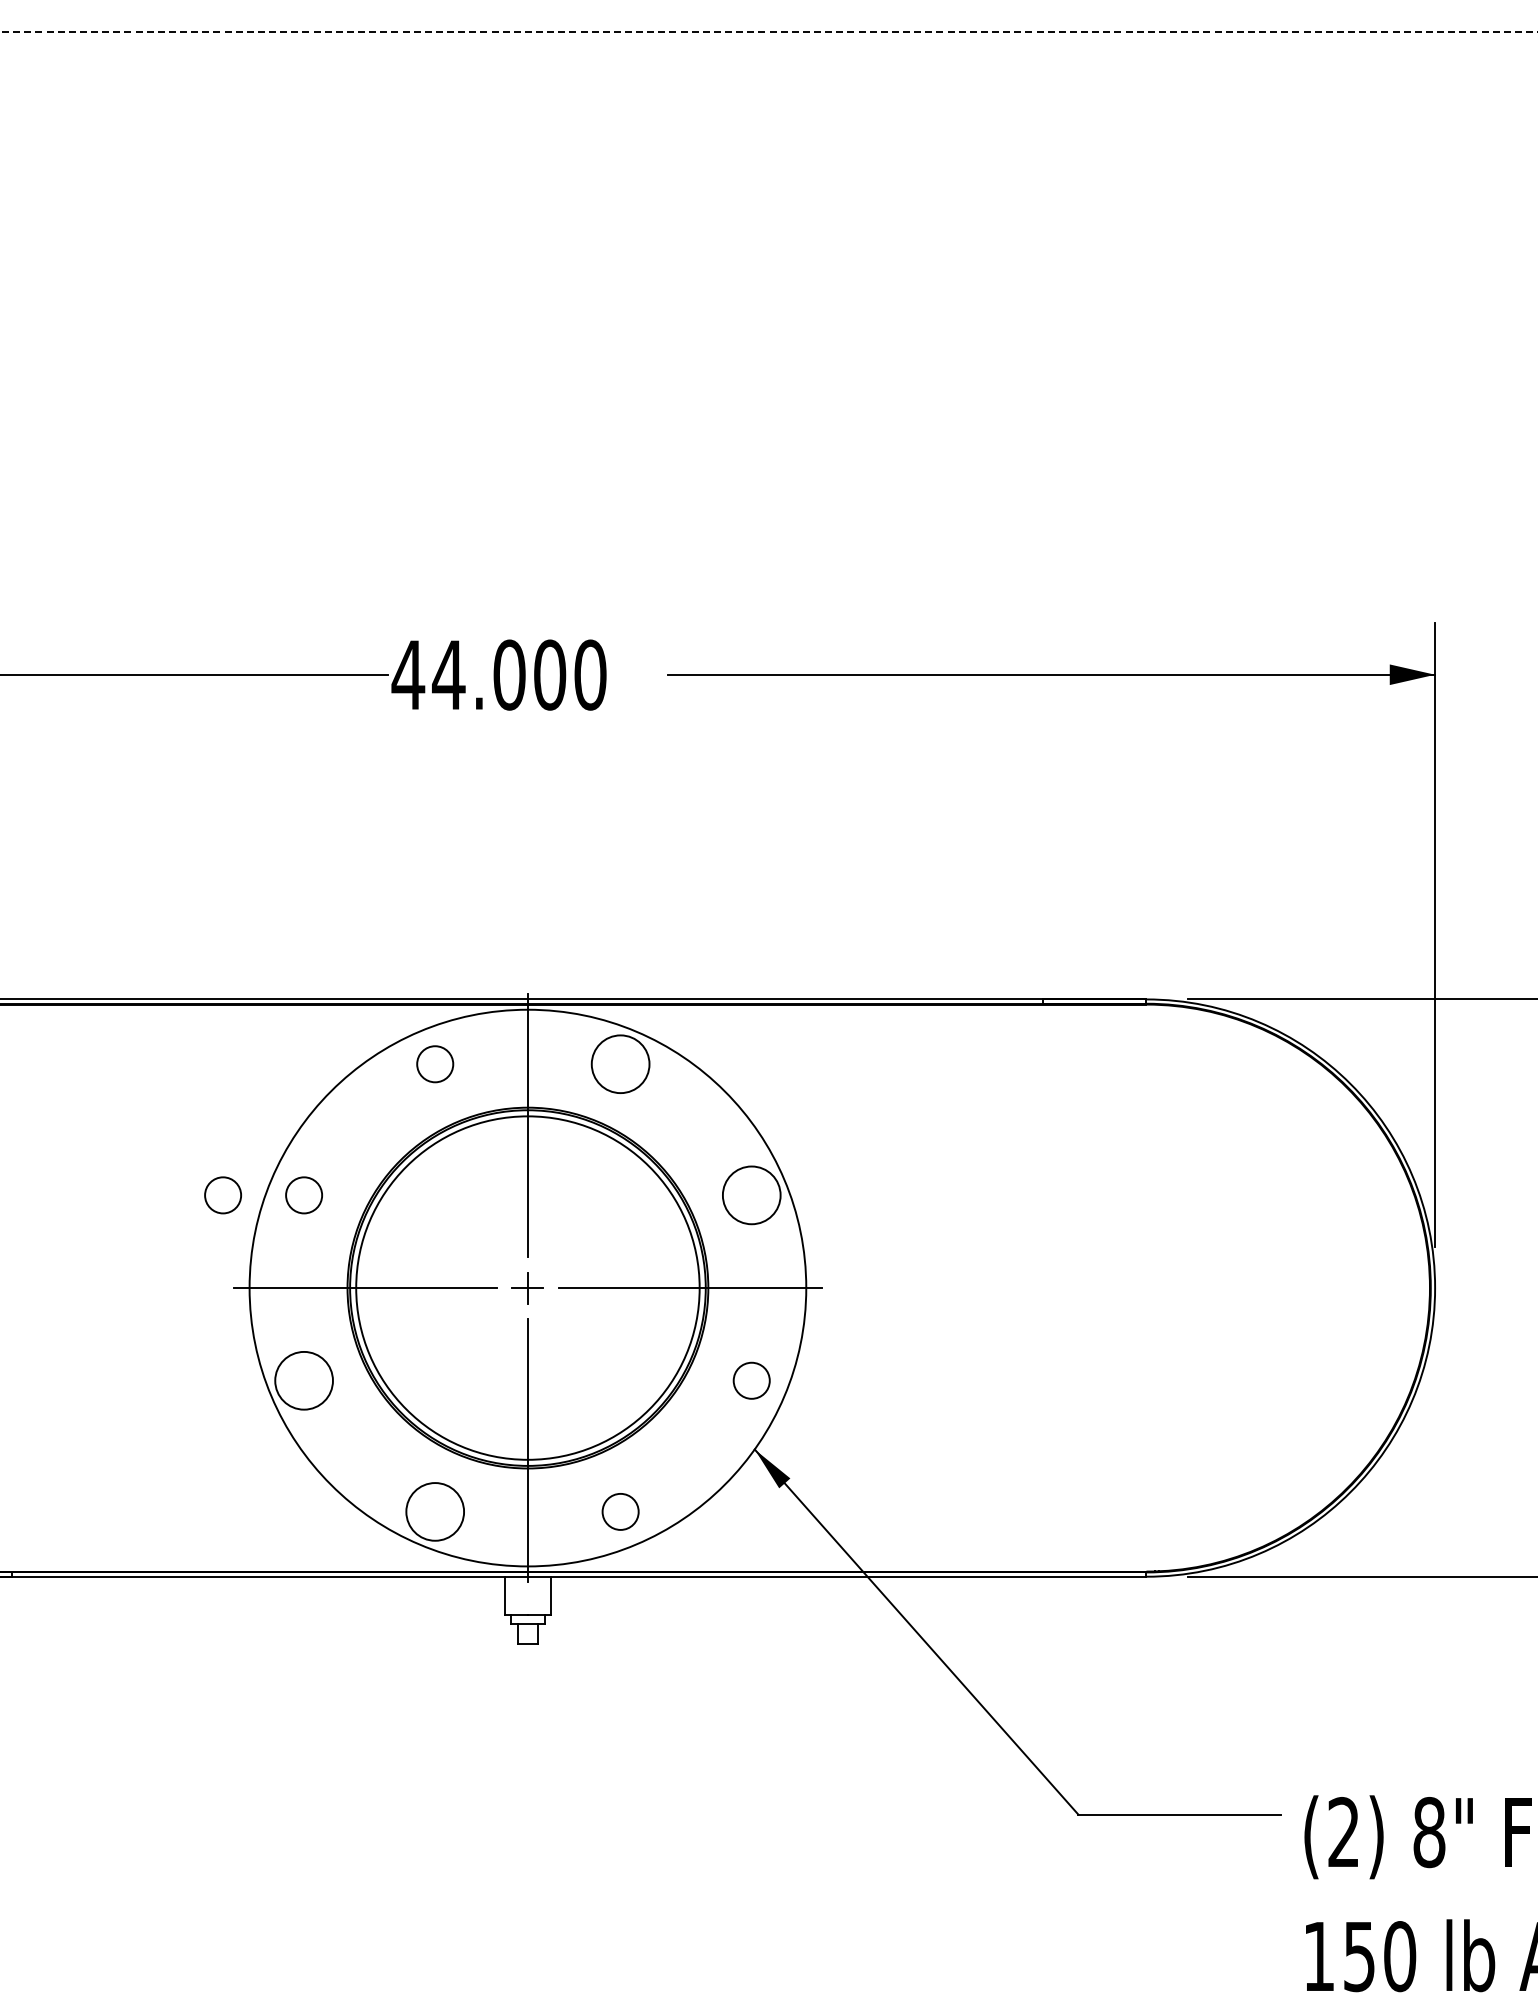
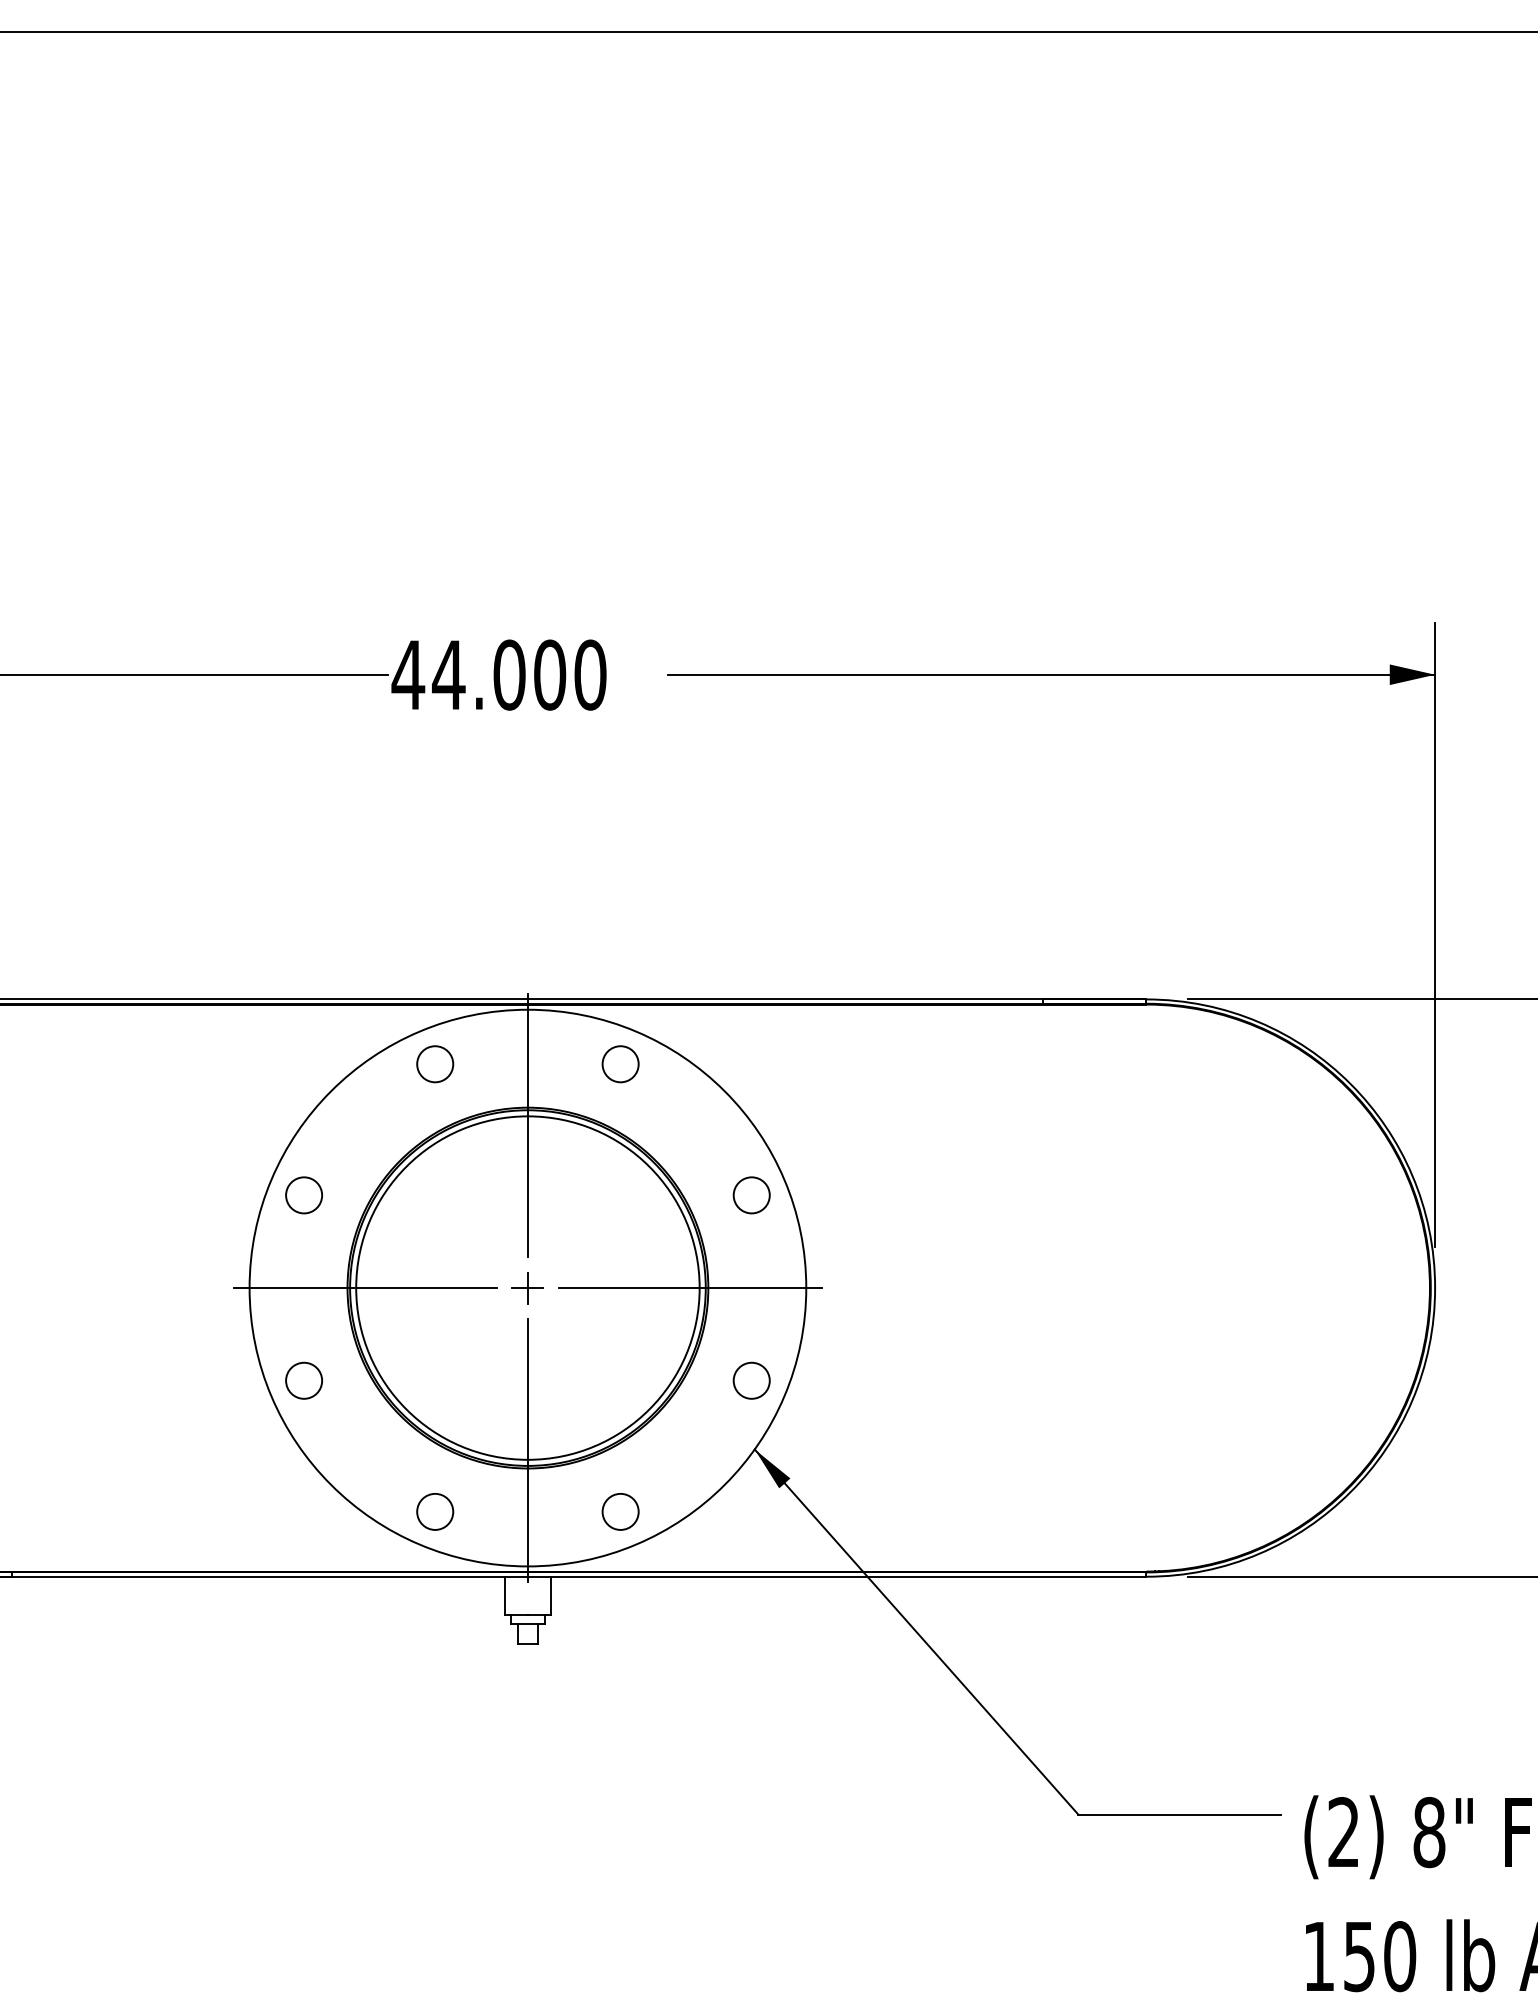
line at (769, 32): dashed -> solid
circle at (620, 1064) diameter: 58 px -> 36 px
circle at (222, 1195): present -> none
circle at (751, 1195) diameter: 58 px -> 36 px
circle at (303, 1380) diameter: 58 px -> 36 px
circle at (435, 1511) diameter: 58 px -> 36 px
